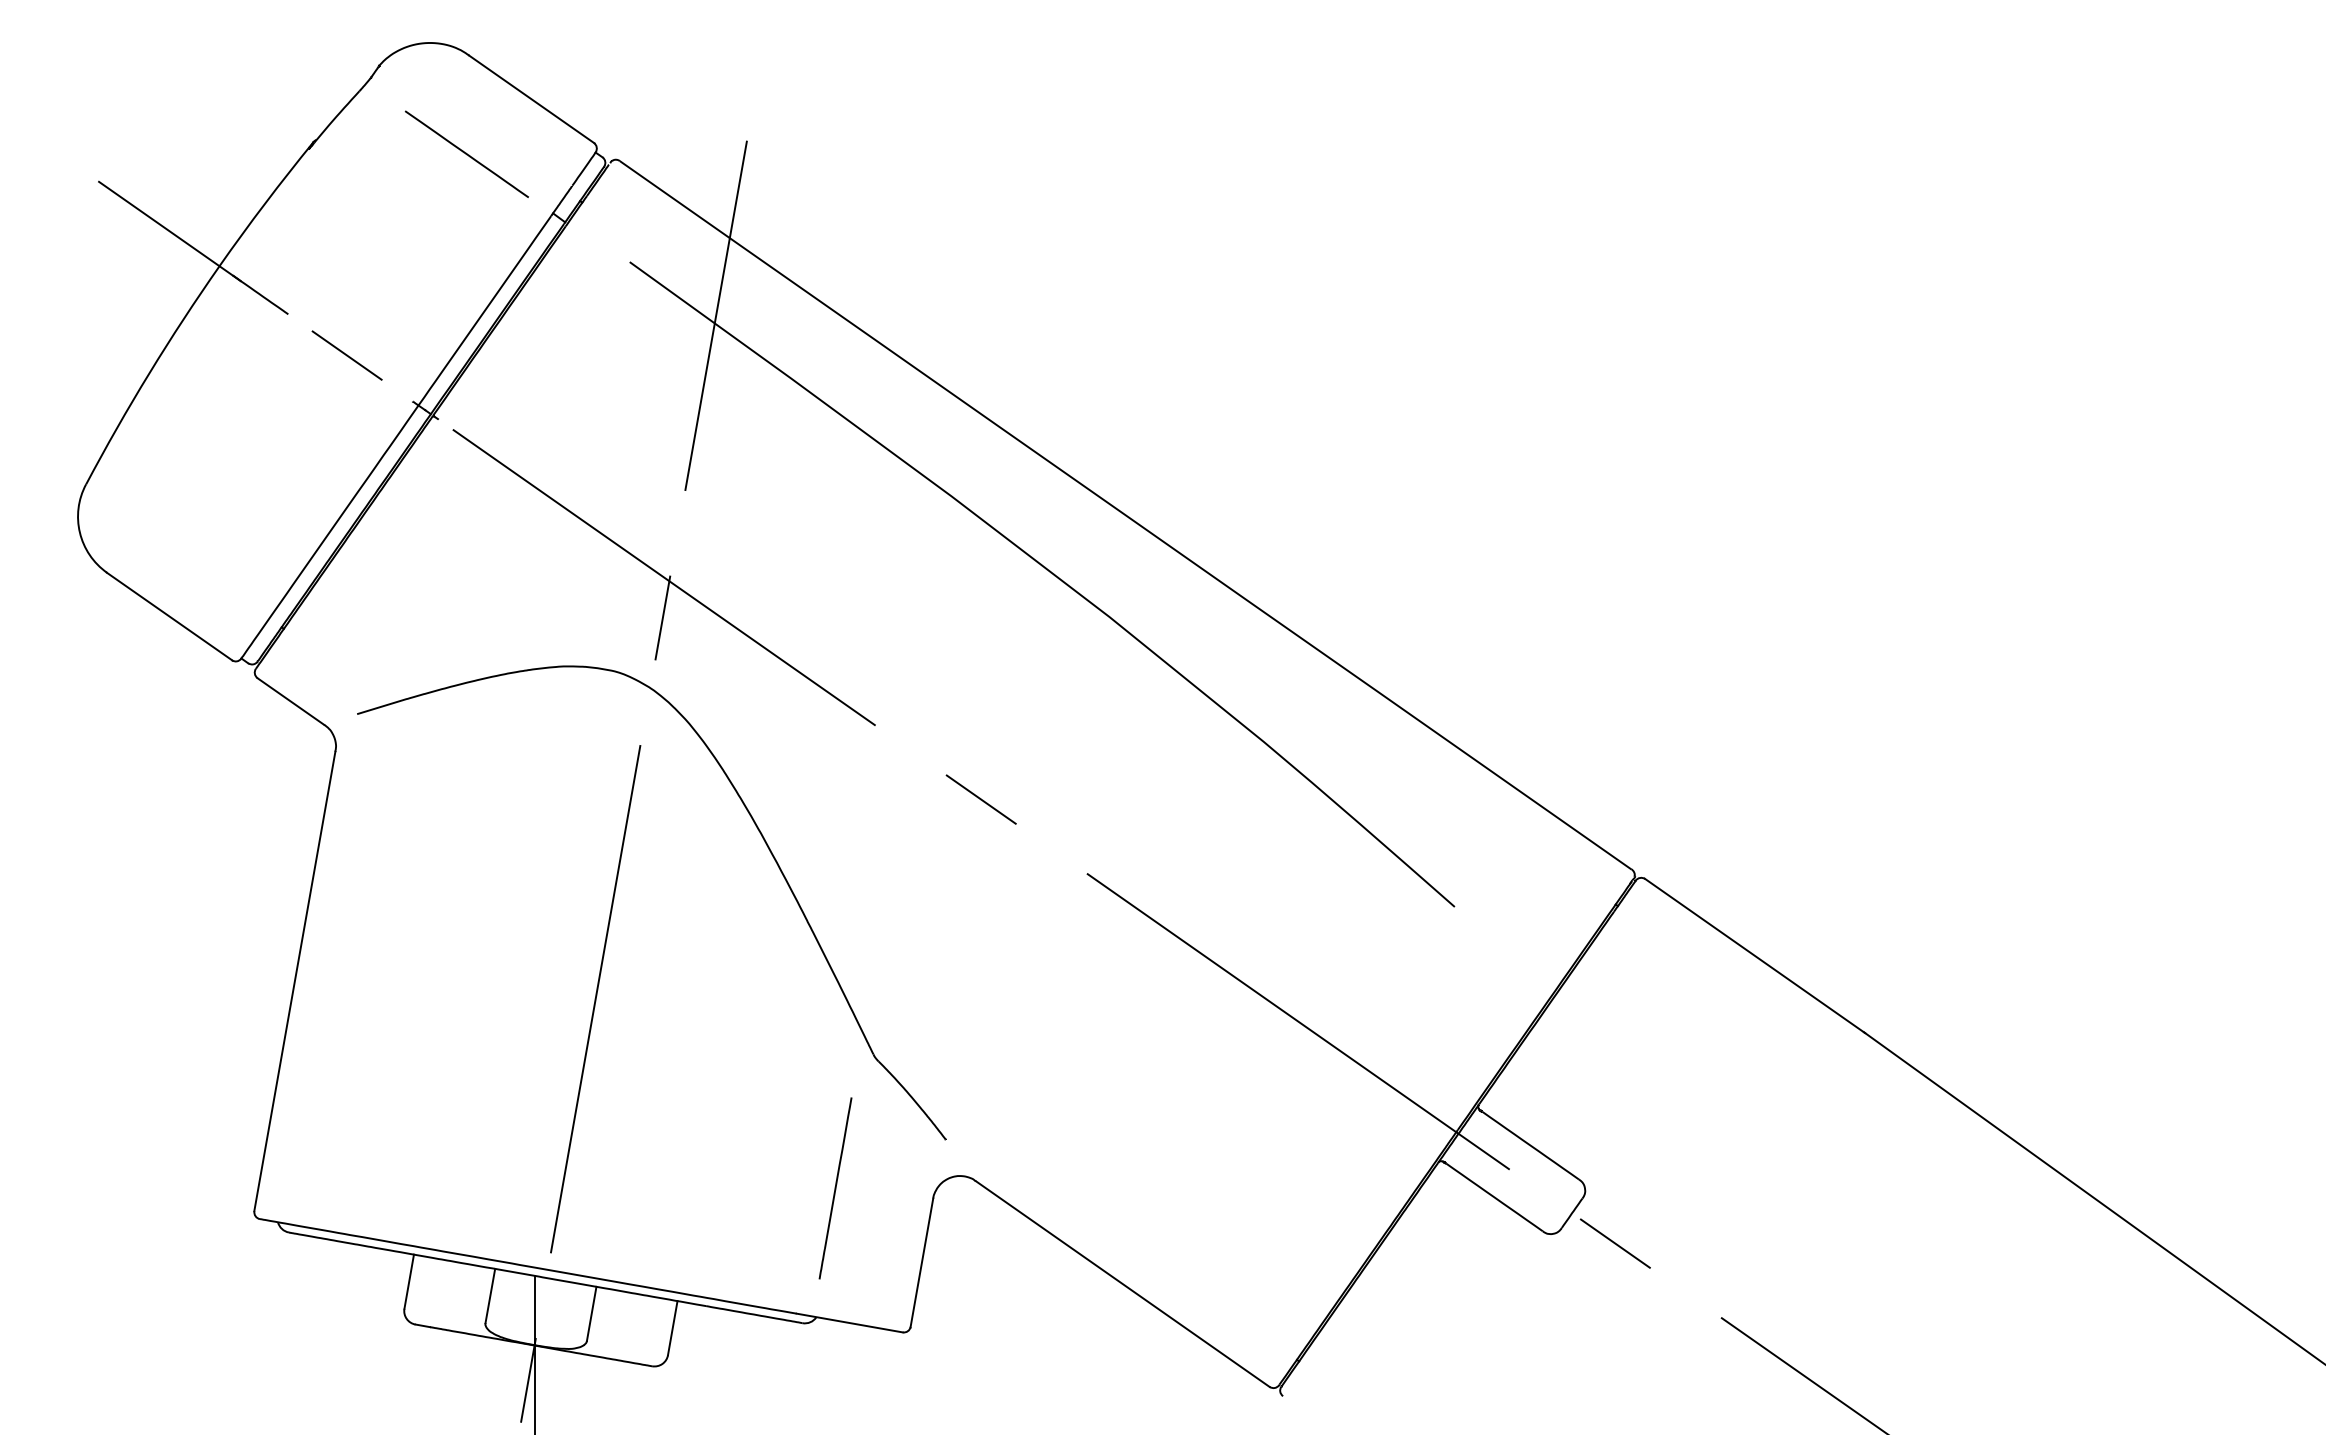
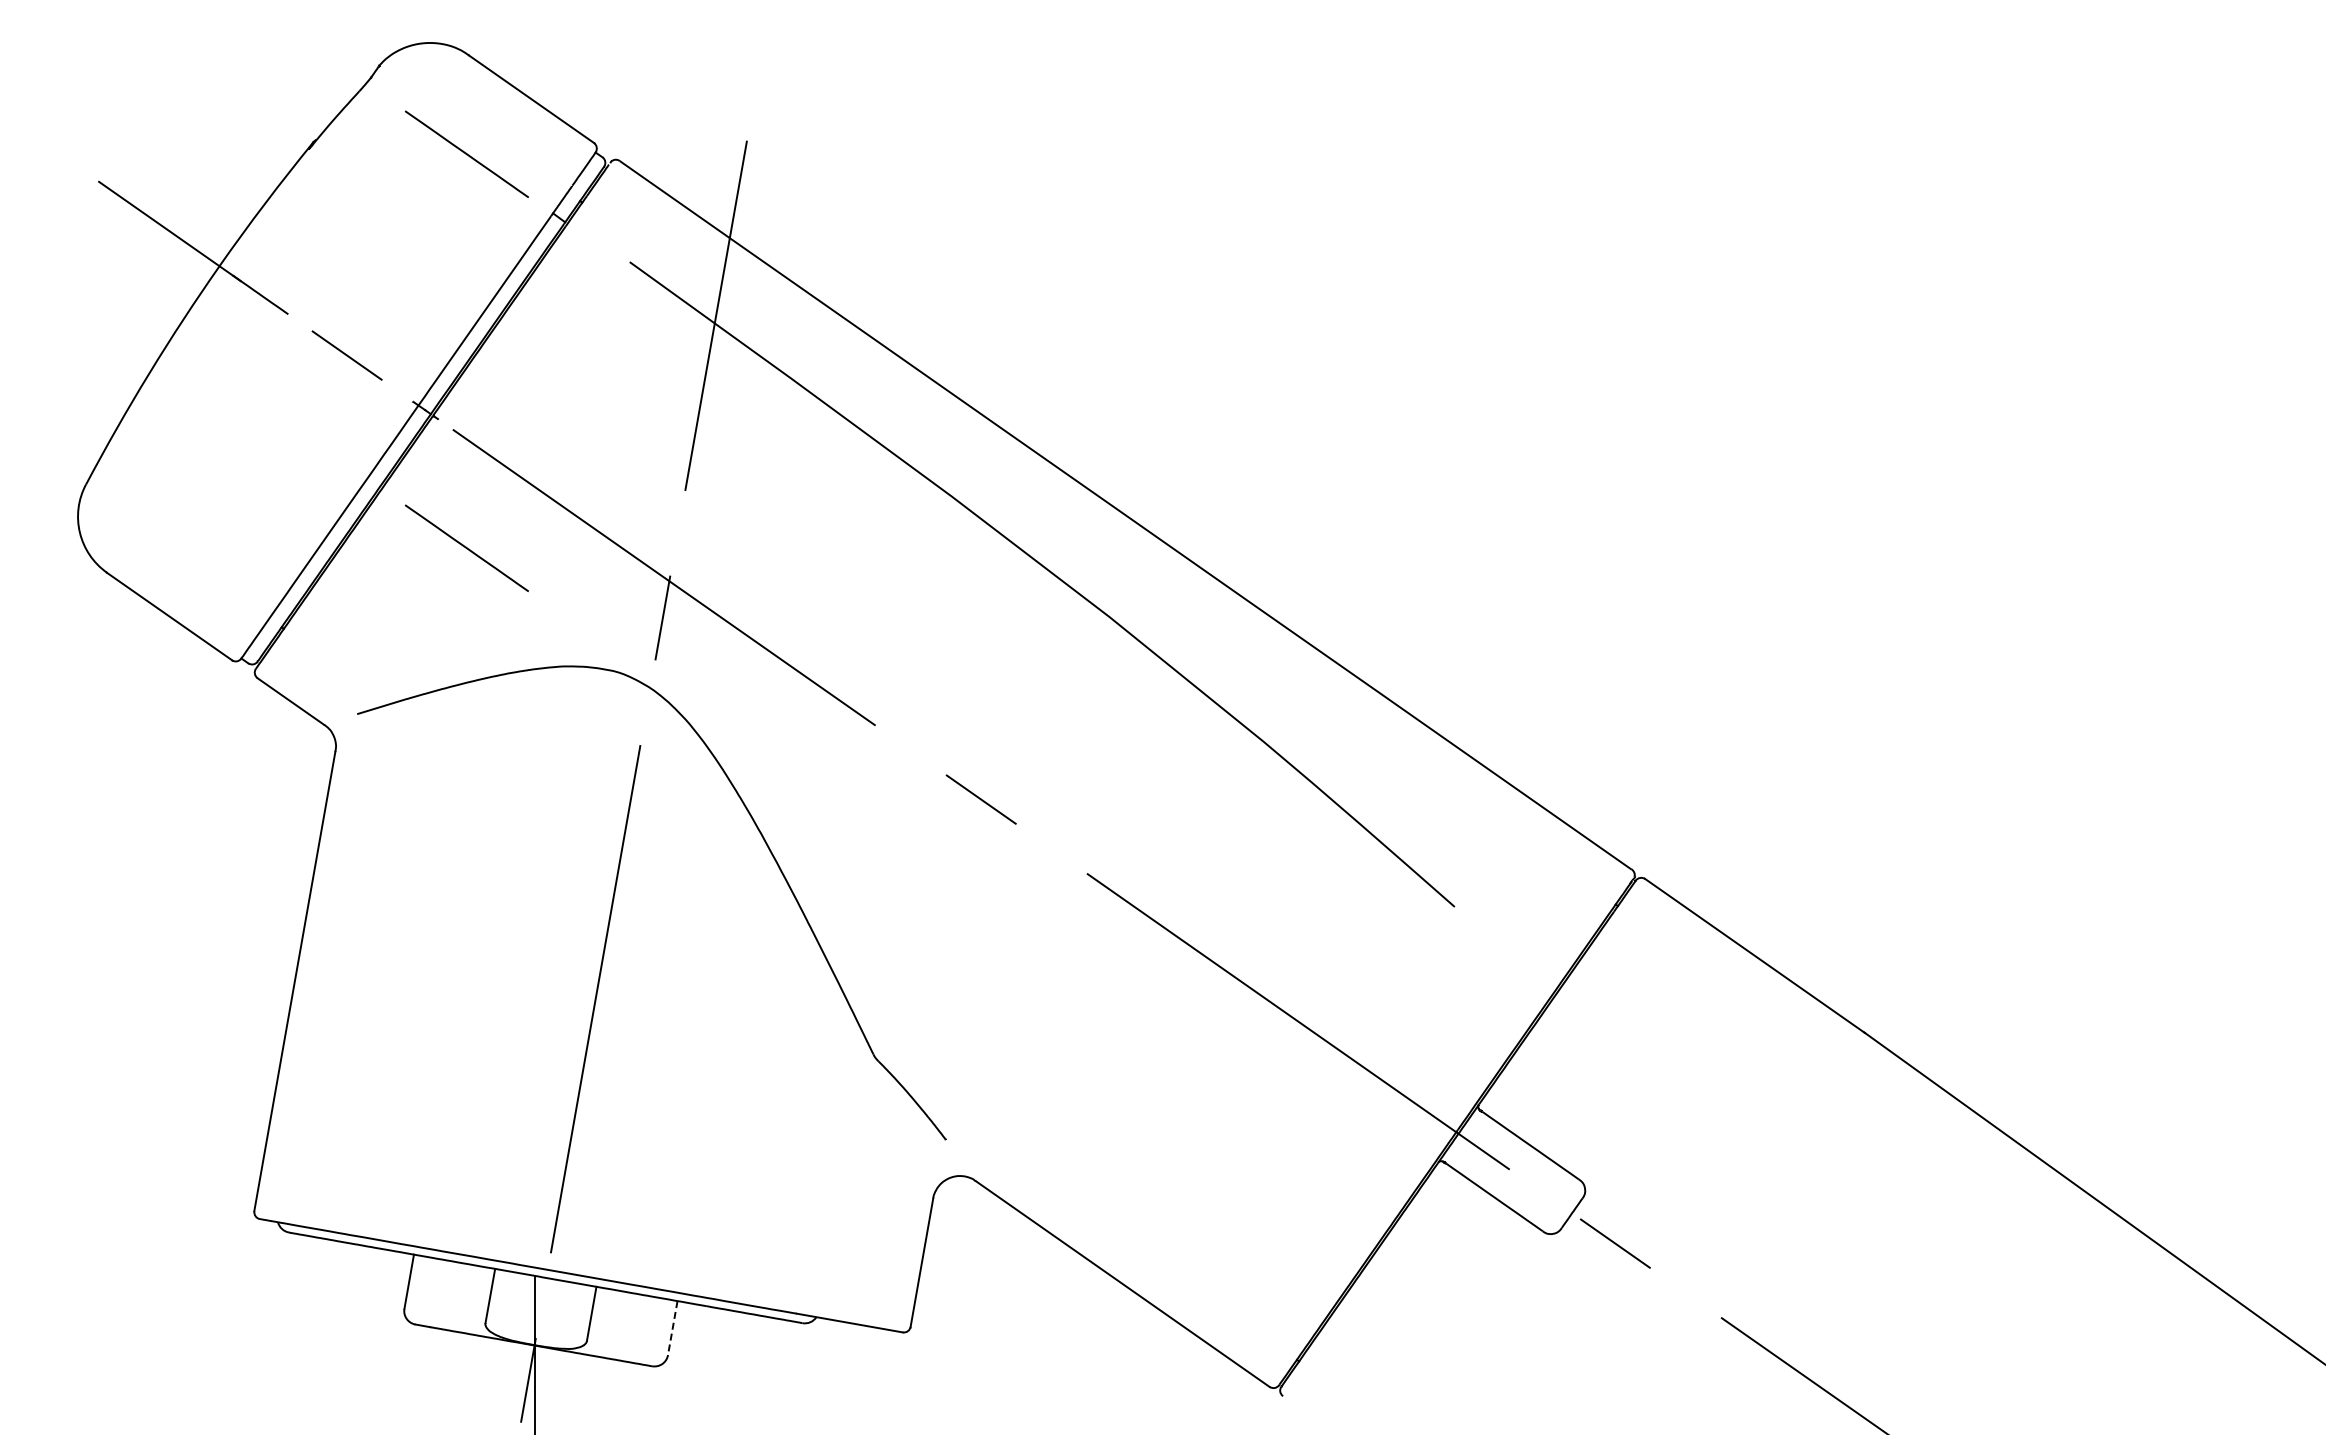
line at (466, 547): none -> present
line at (835, 1188): present -> none
line at (672, 1328): solid -> dashed
